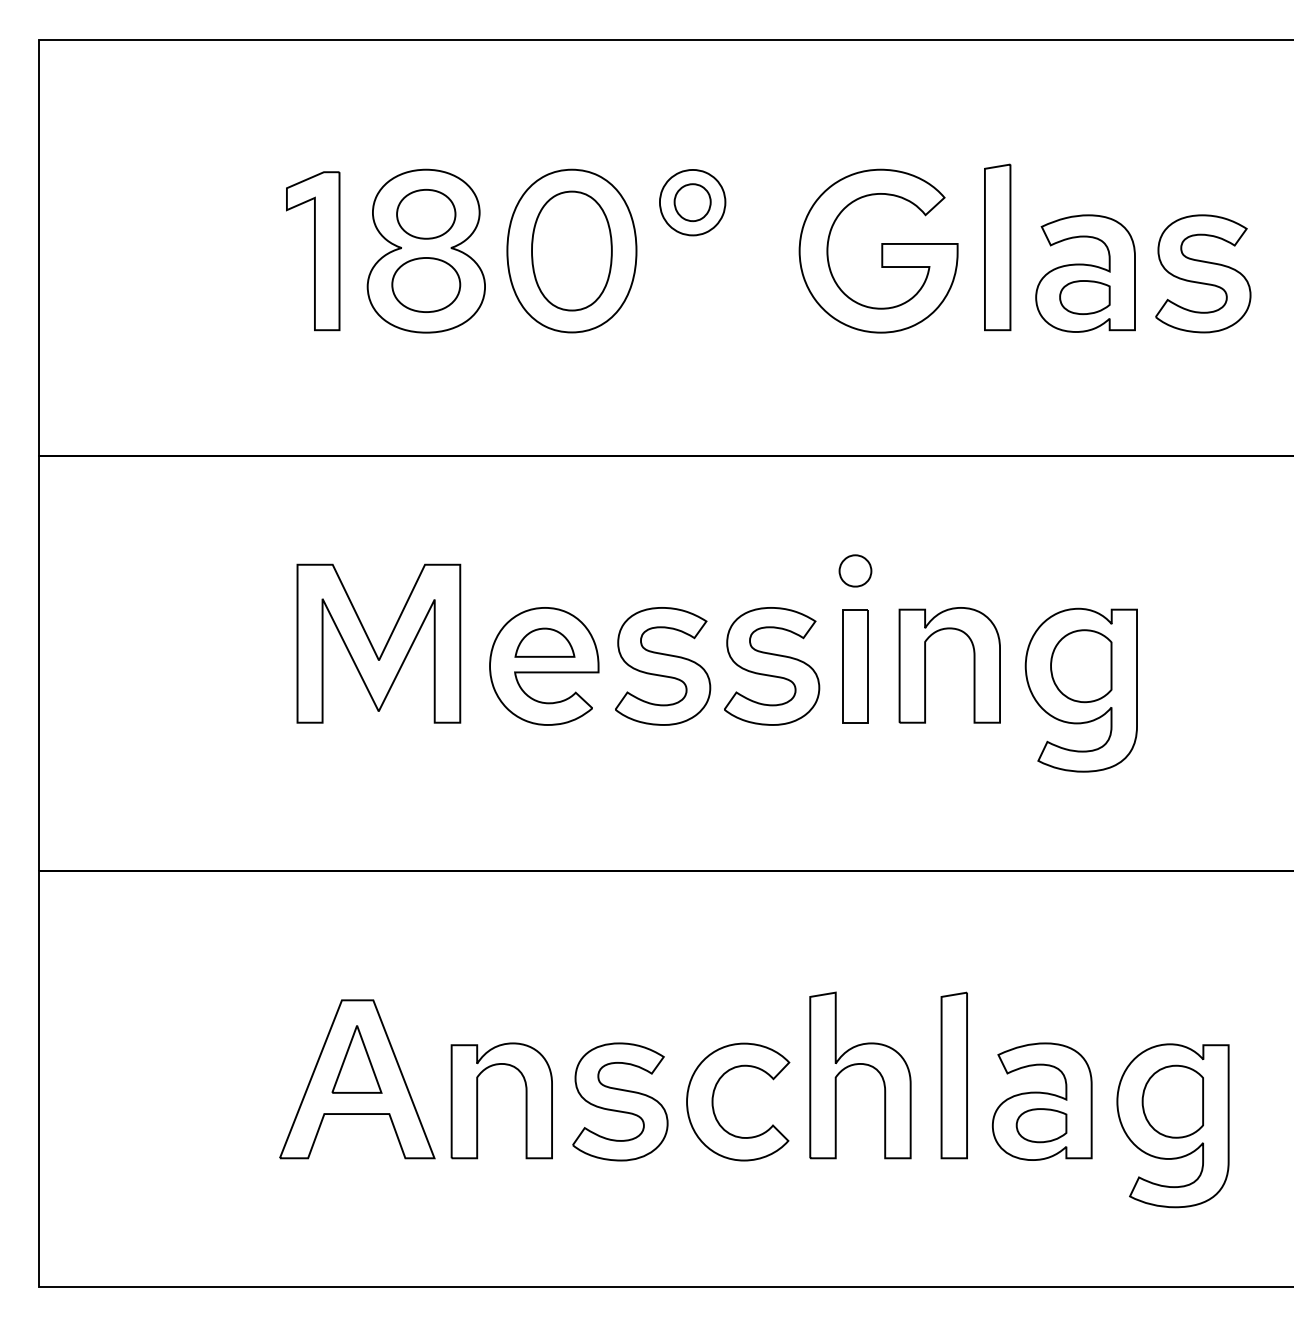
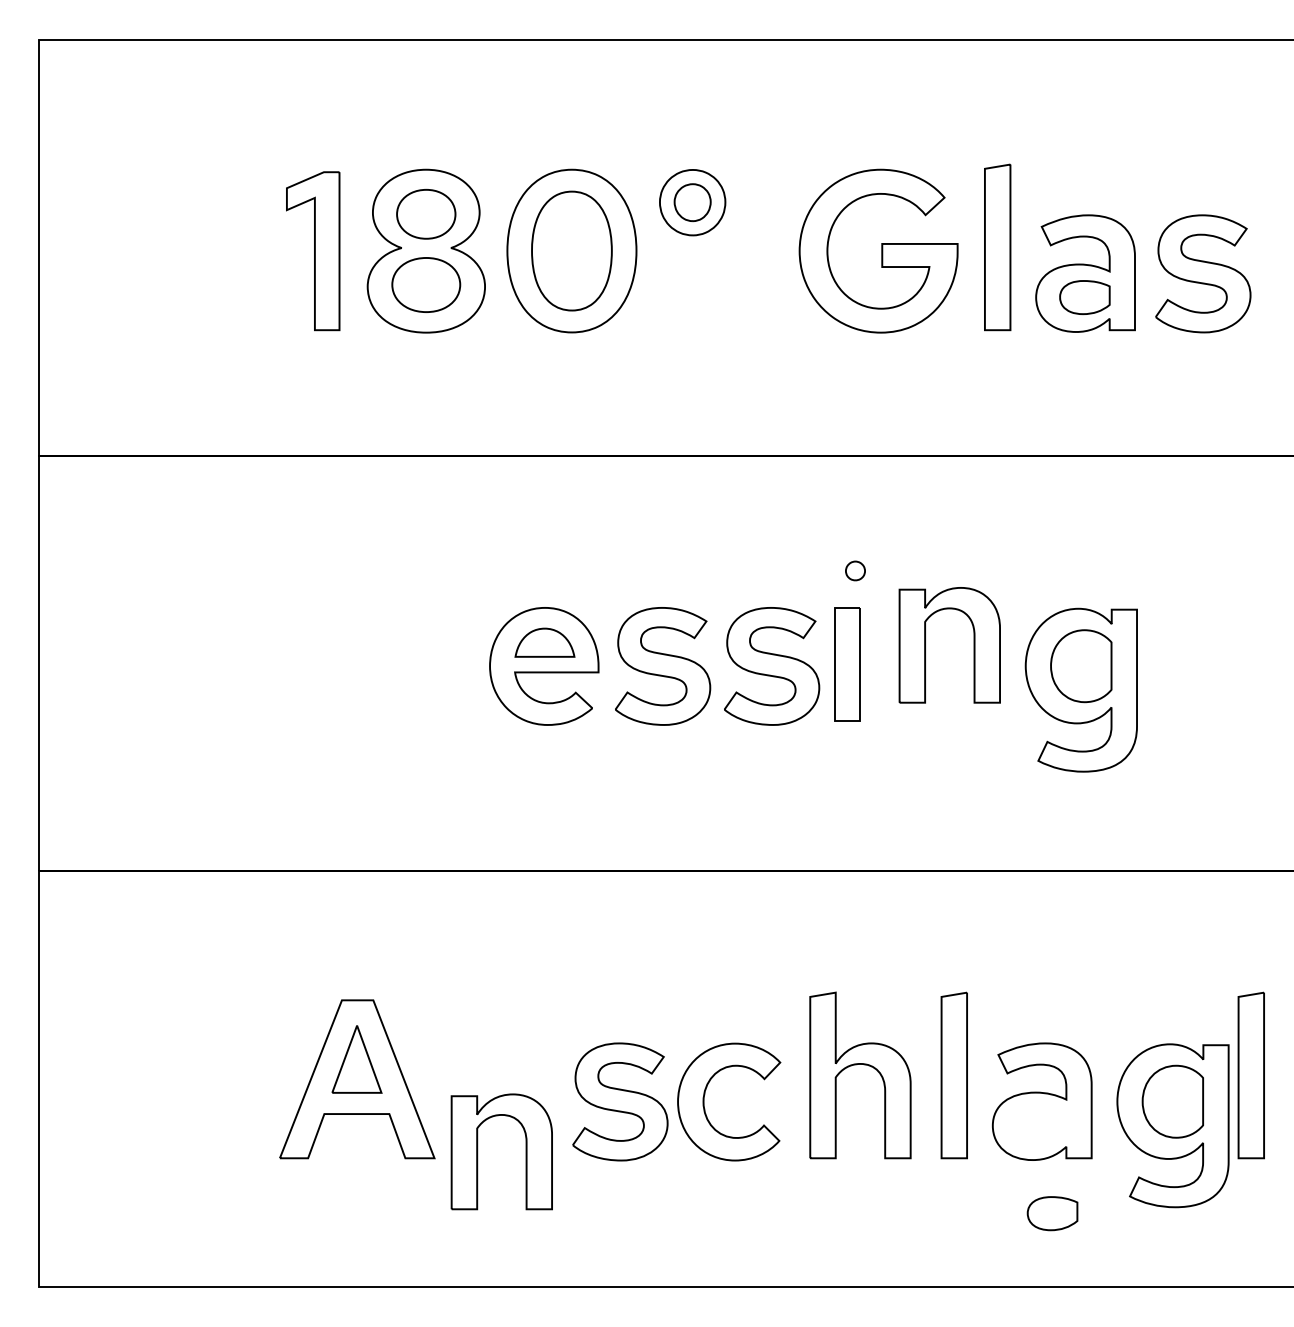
part at (855, 570) size: 35x34 px -> 21x22 px
part at (378, 643): present -> none
part at (925, 665) position: (925, 665) -> (925, 645)
part at (855, 666) position: (855, 666) -> (847, 664)
part at (1250, 1075): none -> present
part at (714, 1094) position: (714, 1094) -> (705, 1094)
part at (478, 1100) position: (478, 1100) -> (478, 1151)
part at (1041, 1125) position: (1041, 1125) -> (1052, 1213)
